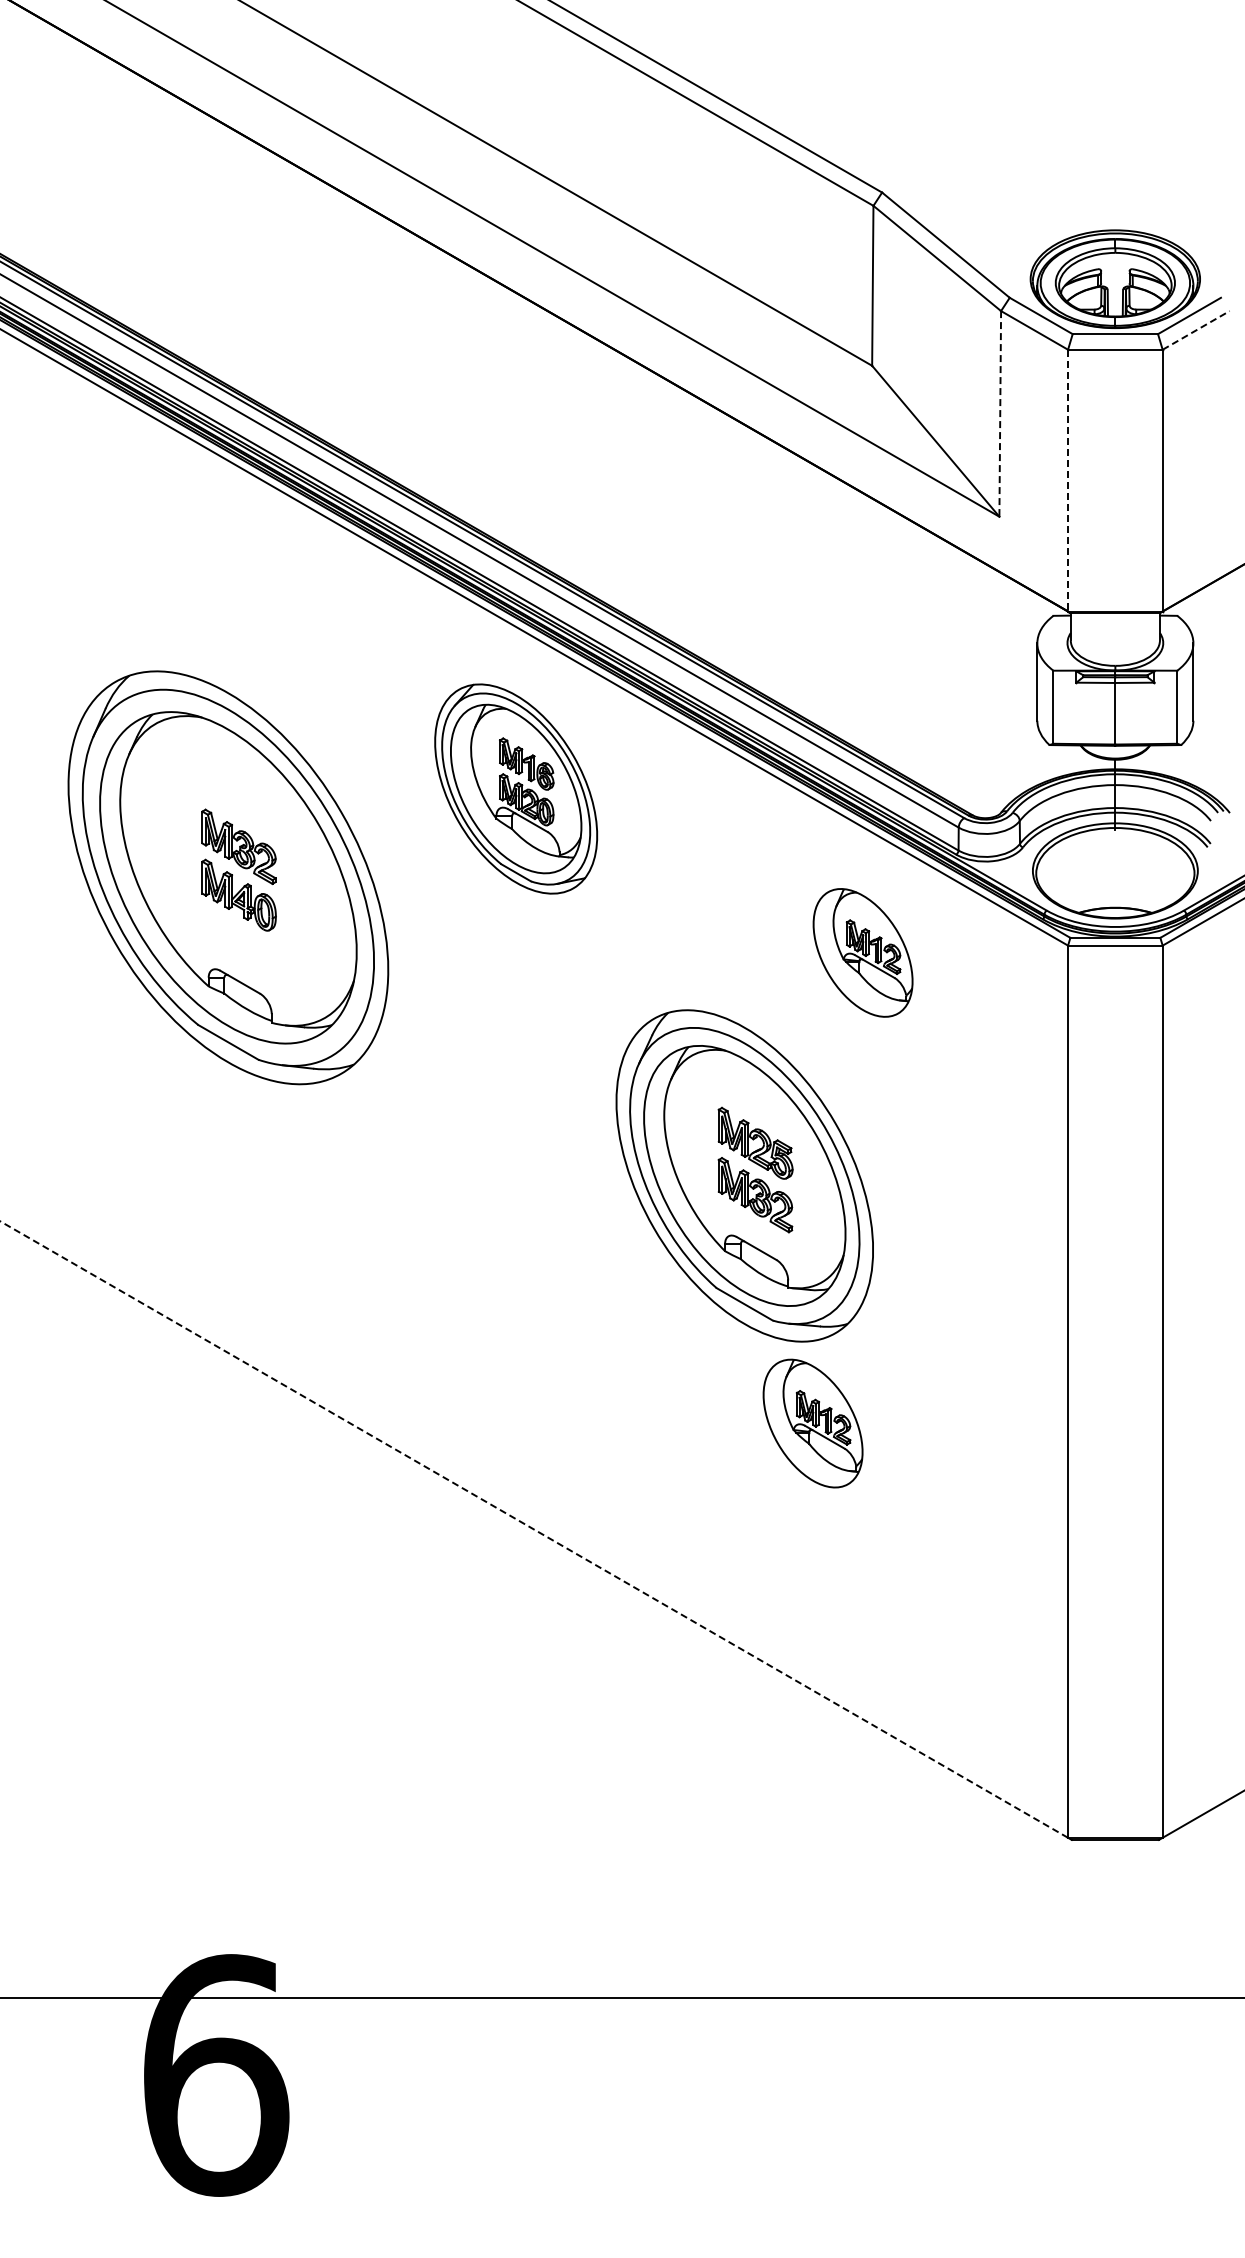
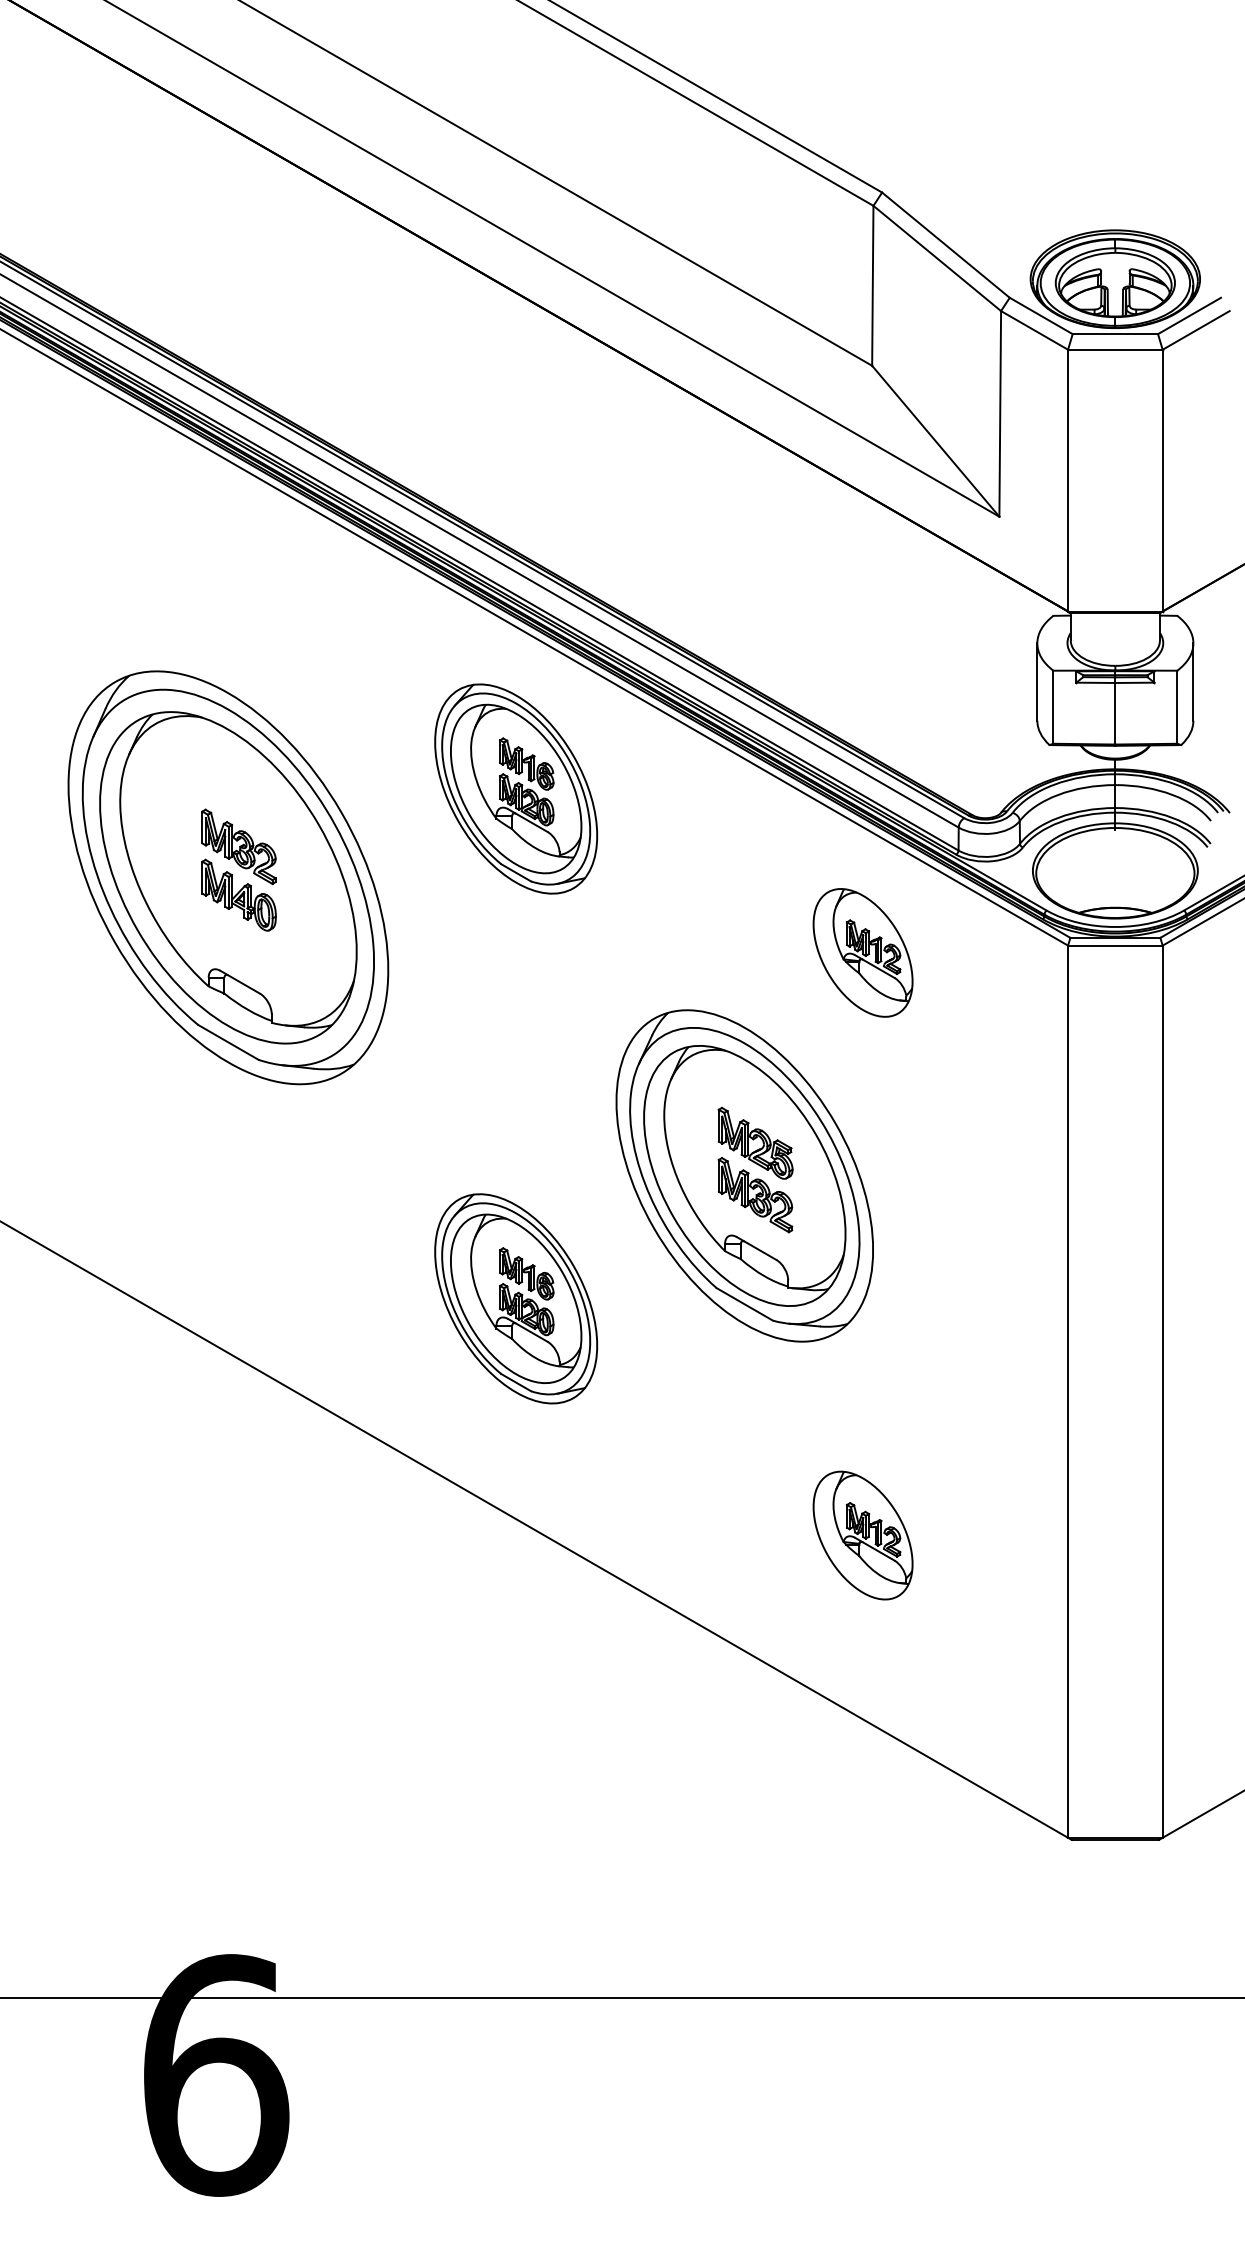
line at (1196, 330): dashed -> solid
line at (1000, 413): dashed -> solid
line at (1068, 480): dashed -> solid
part at (516, 1298): none -> present
part at (812, 1423) position: (812, 1423) -> (862, 1535)
line at (533, 1529): dashed -> solid
